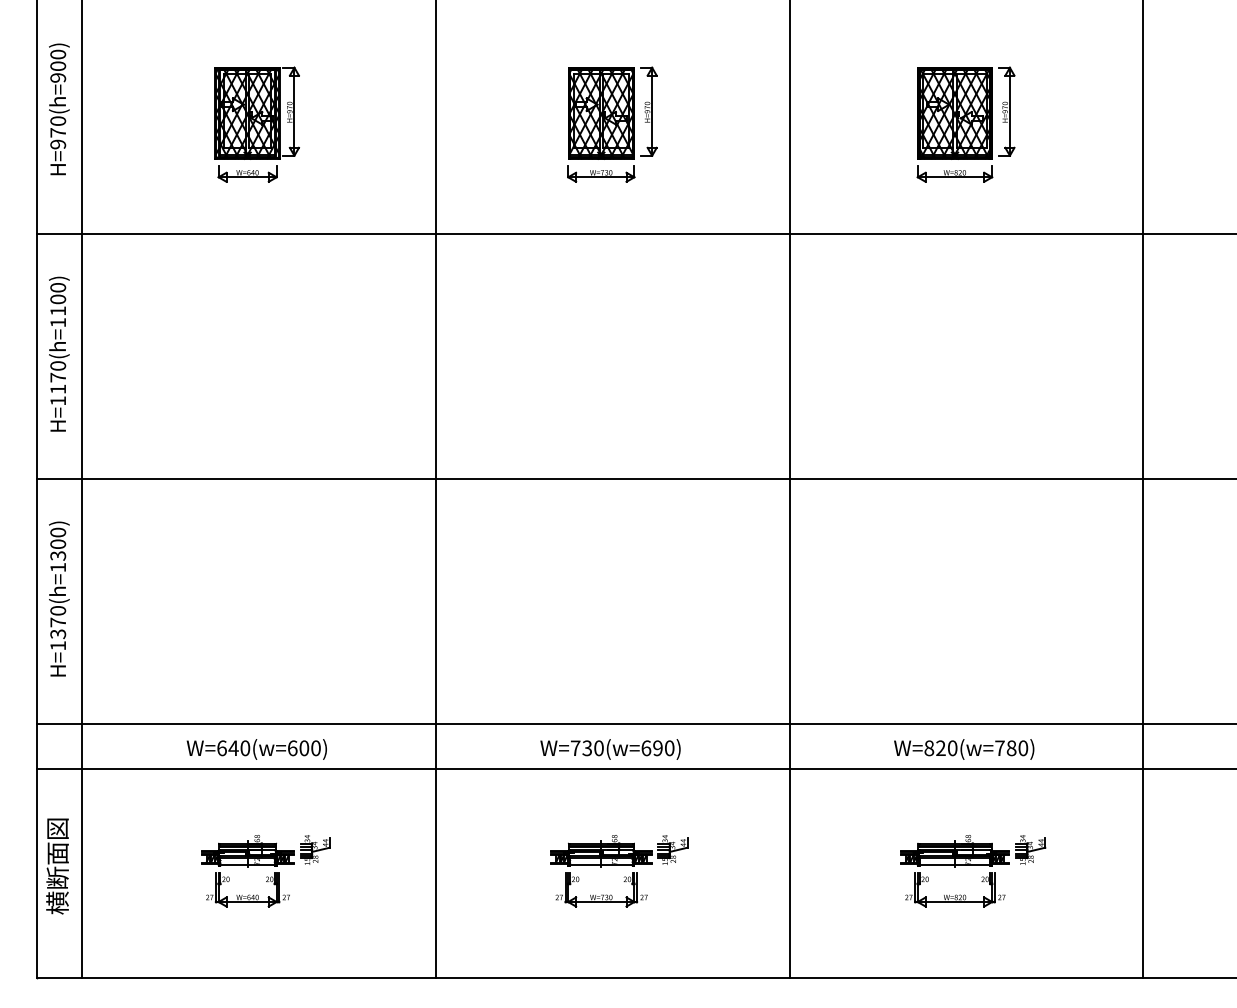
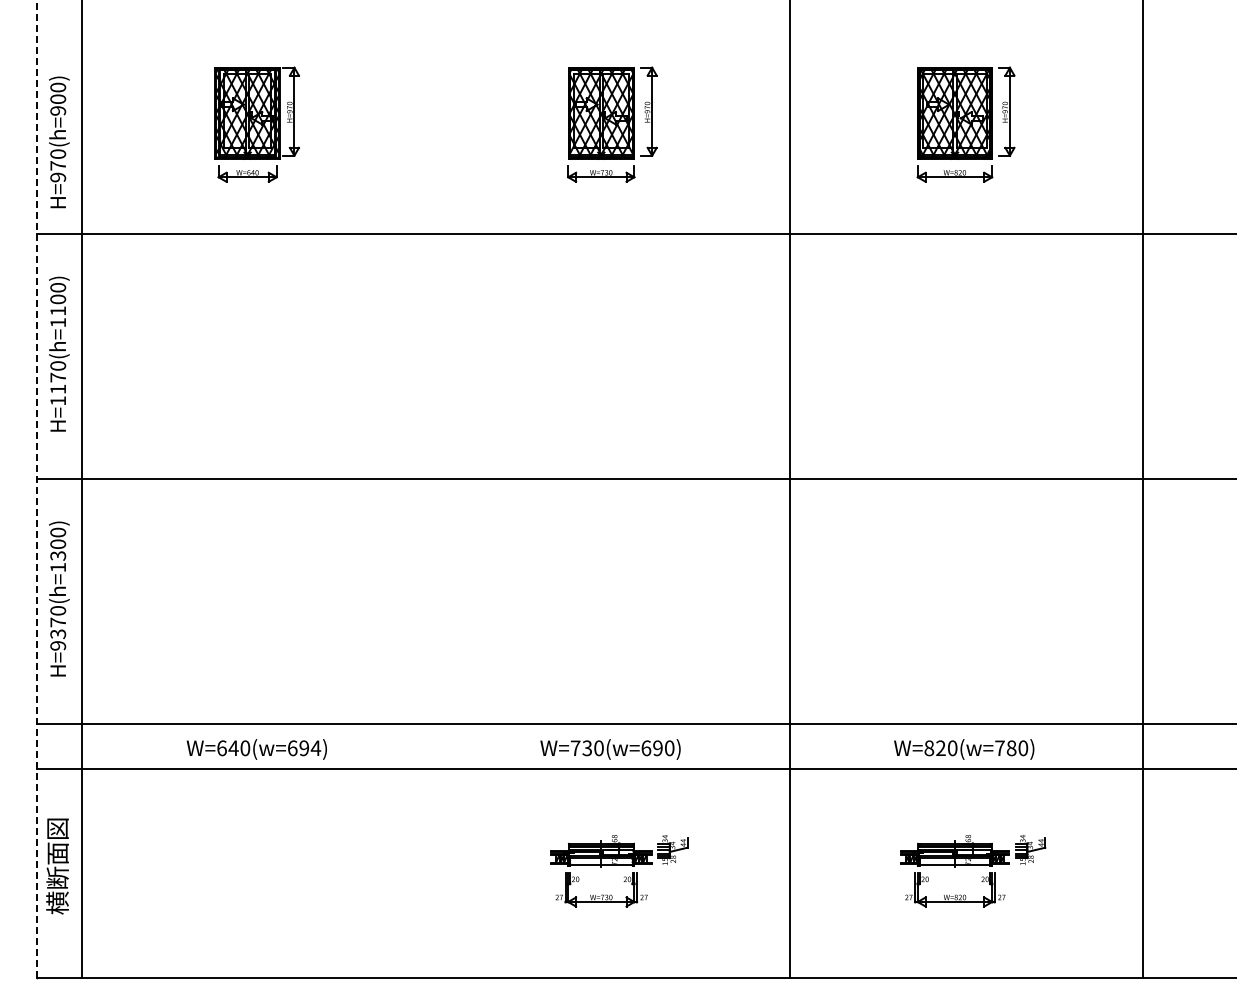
text at (59, 109) position: (59, 109) -> (59, 142)
line at (37, 488): solid -> dashed
line at (436, 489): present -> none
text at (58, 645): H=1370(h=1300) -> H=9370(h=1300)
text at (310, 748): W=640(w=600) -> W=640(w=694)
part at (265, 871): present -> none
